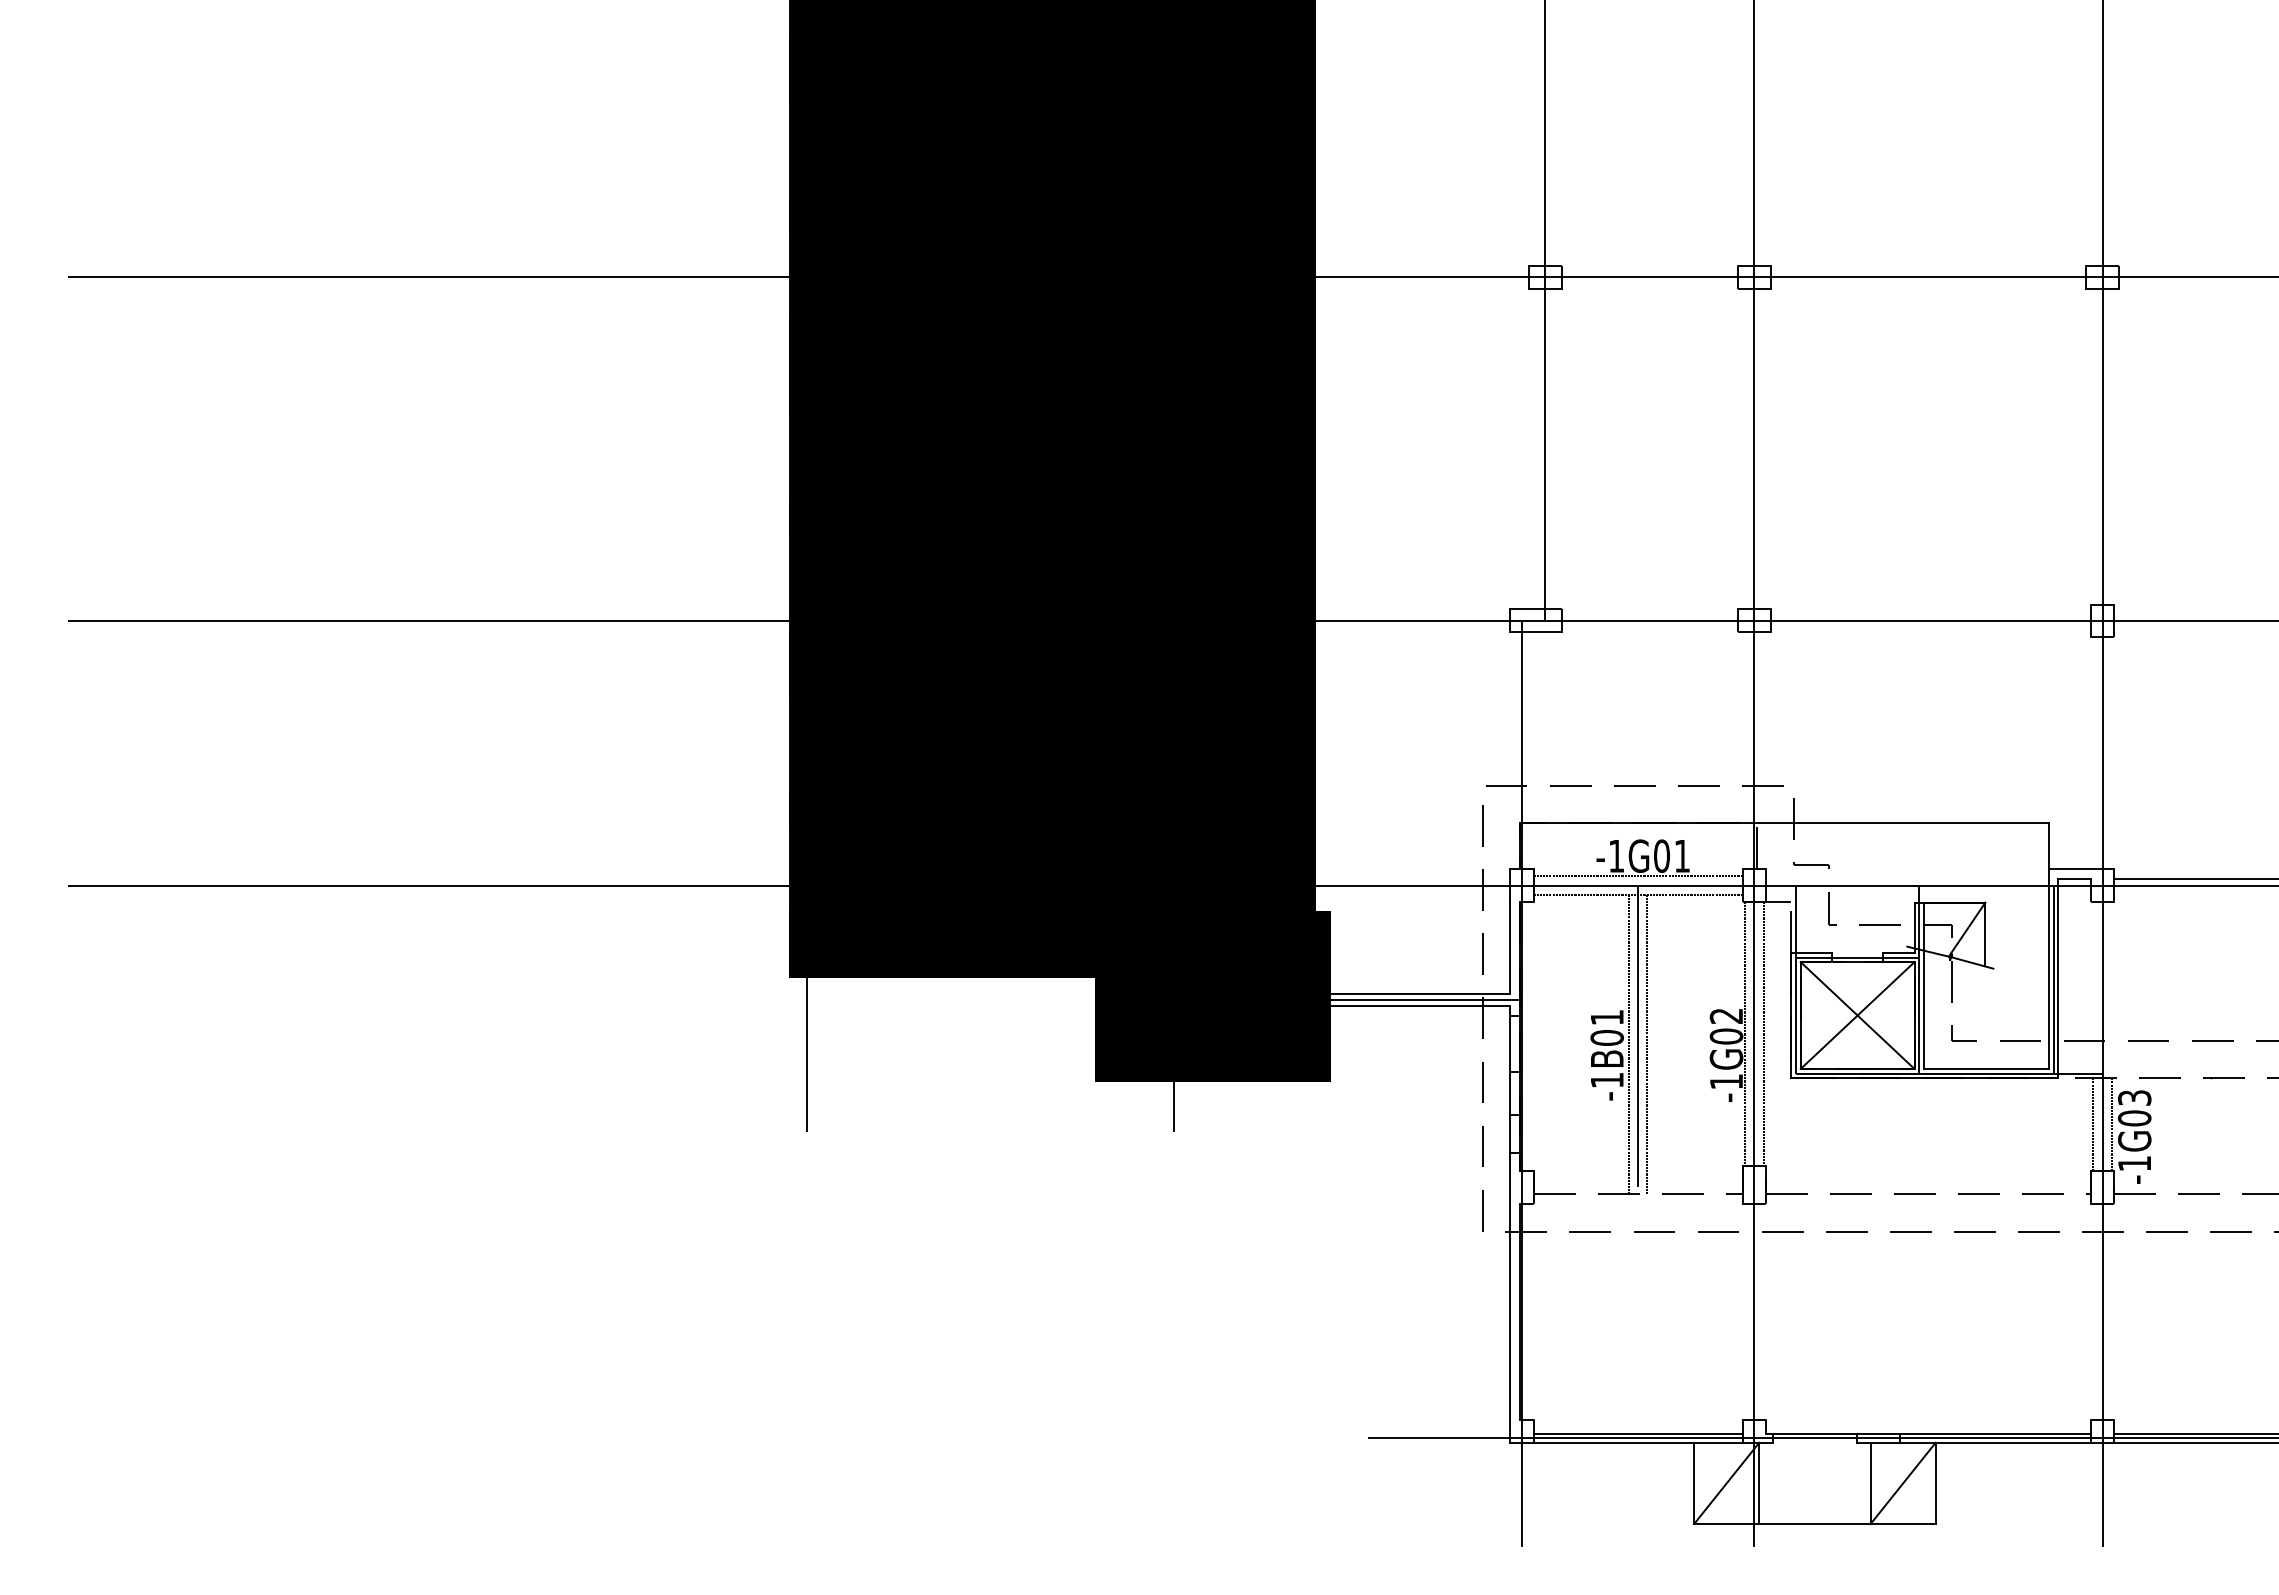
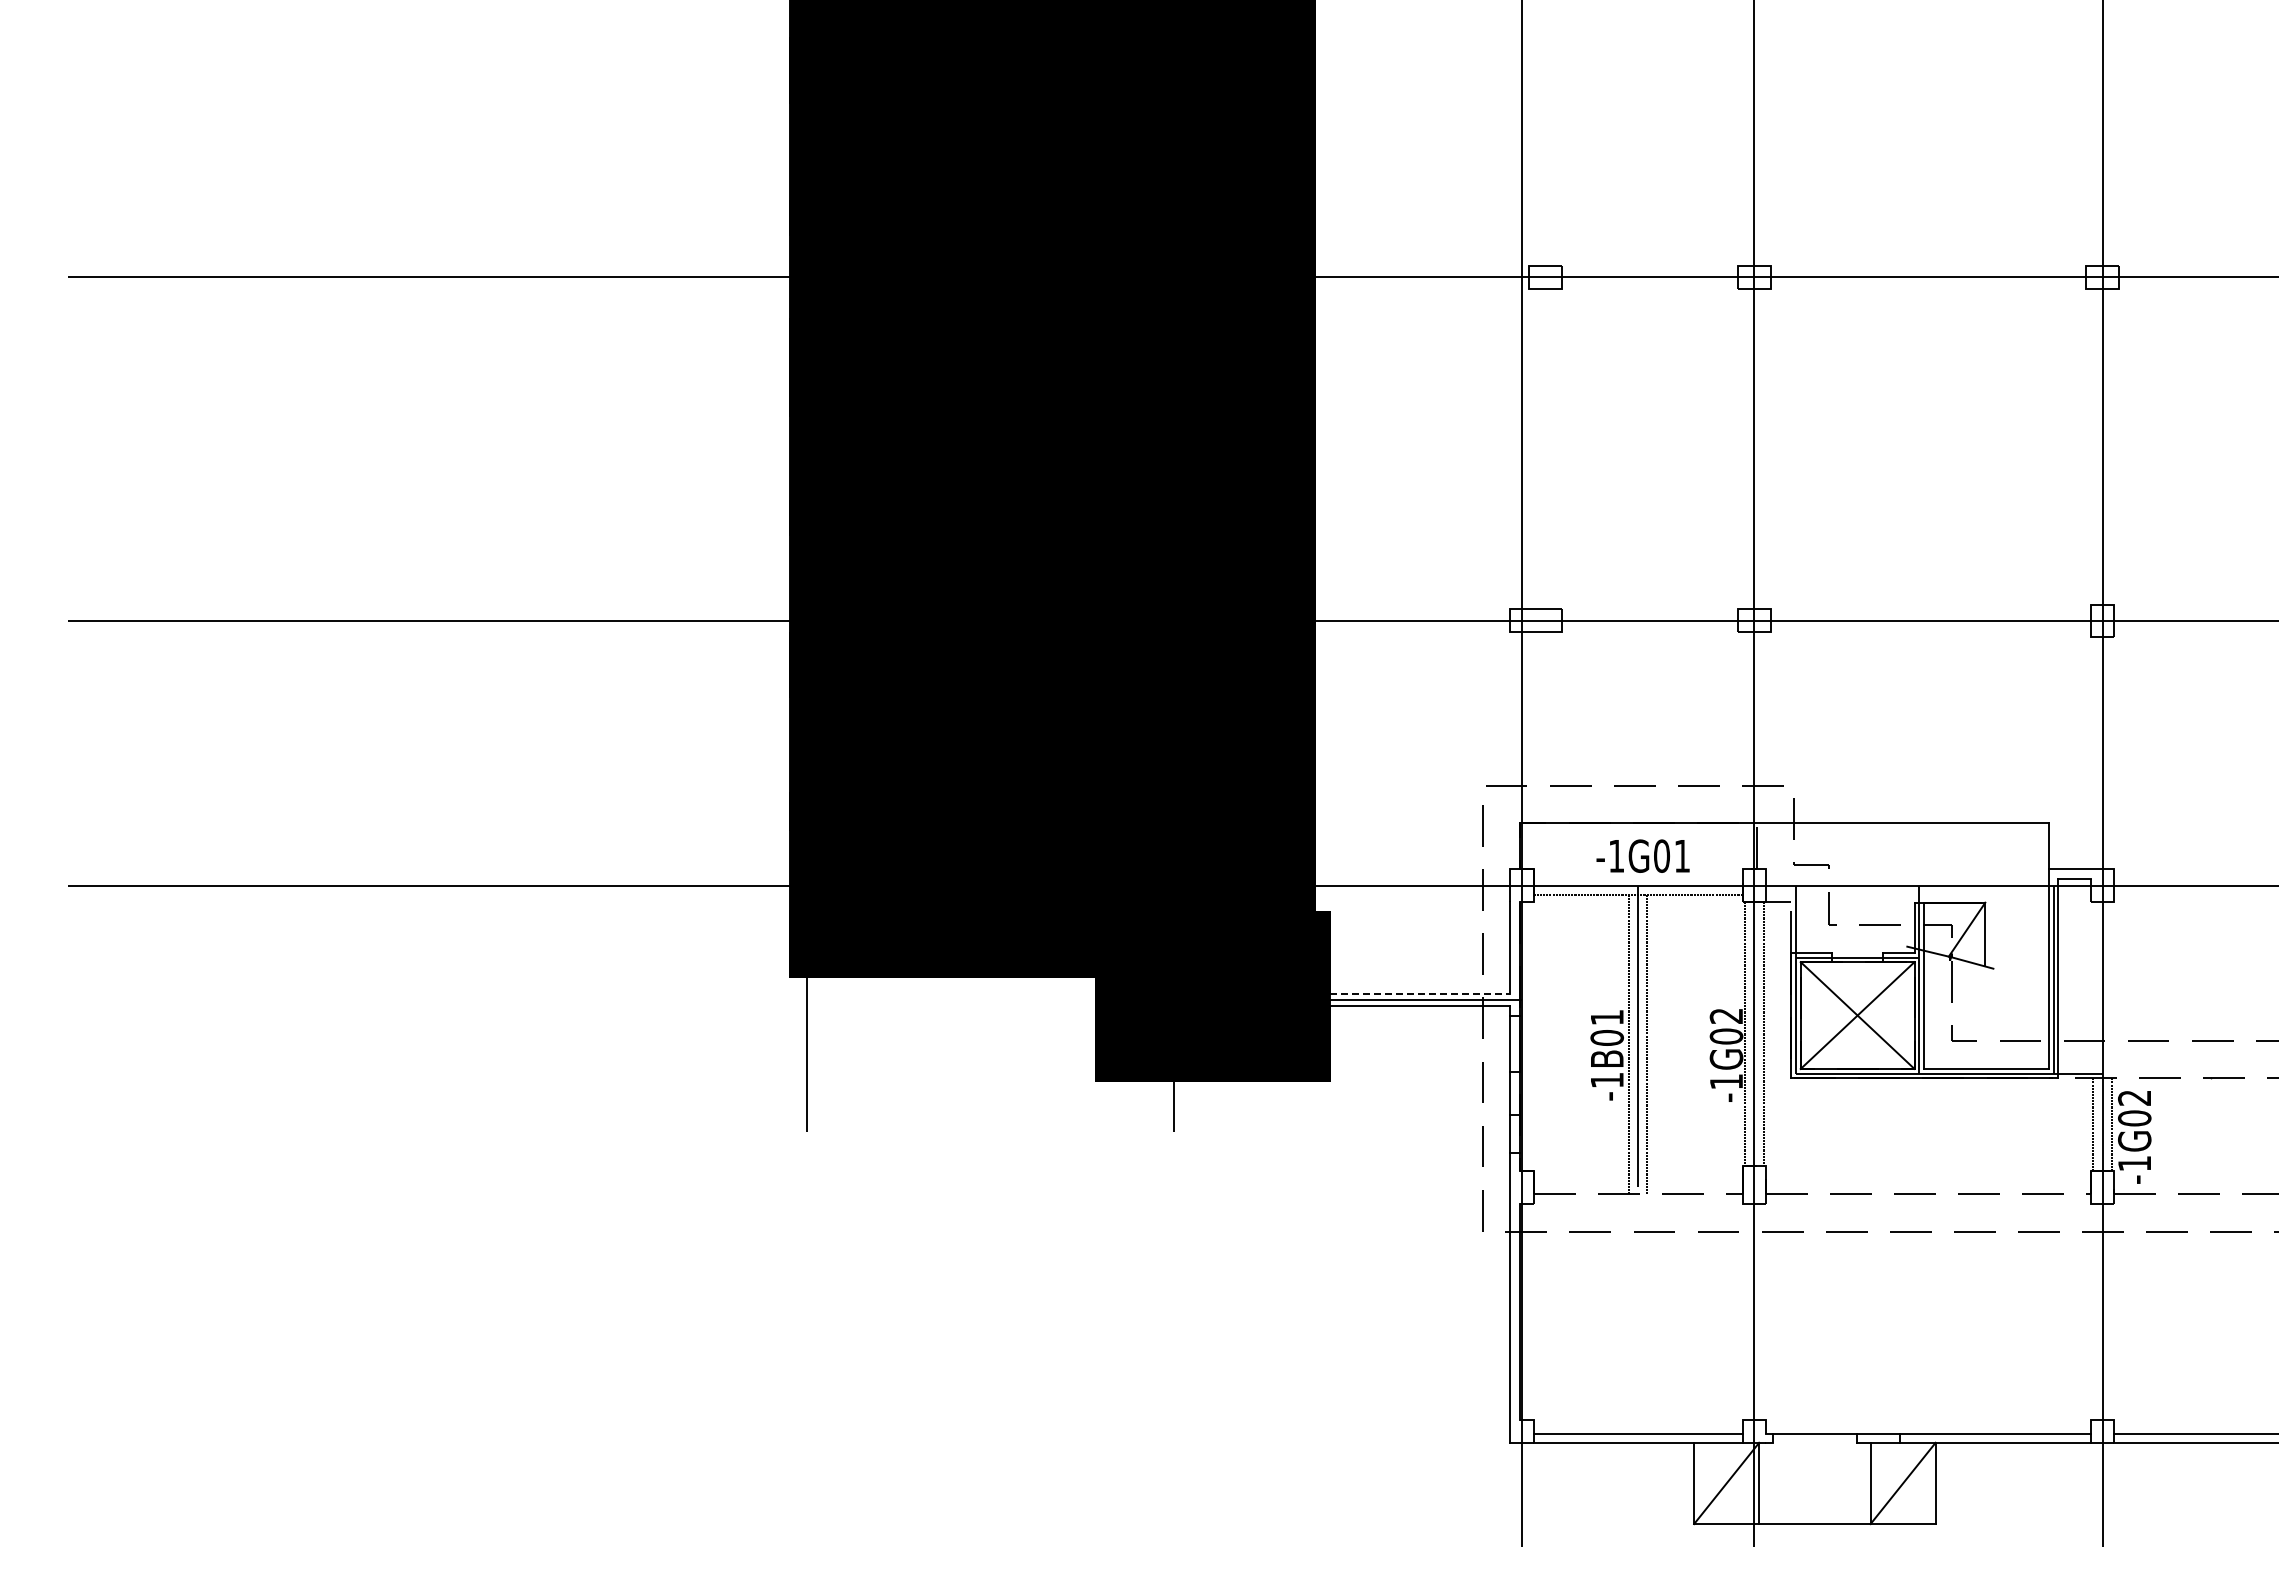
line at (1545, 311) position: (1545, 311) -> (1522, 311)
line at (1637, 876): present -> none
line at (2194, 878): present -> none
line at (1420, 993): solid -> dashed
text at (2134, 1097): -1G03 -> -1G02
line at (1821, 1438): present -> none
